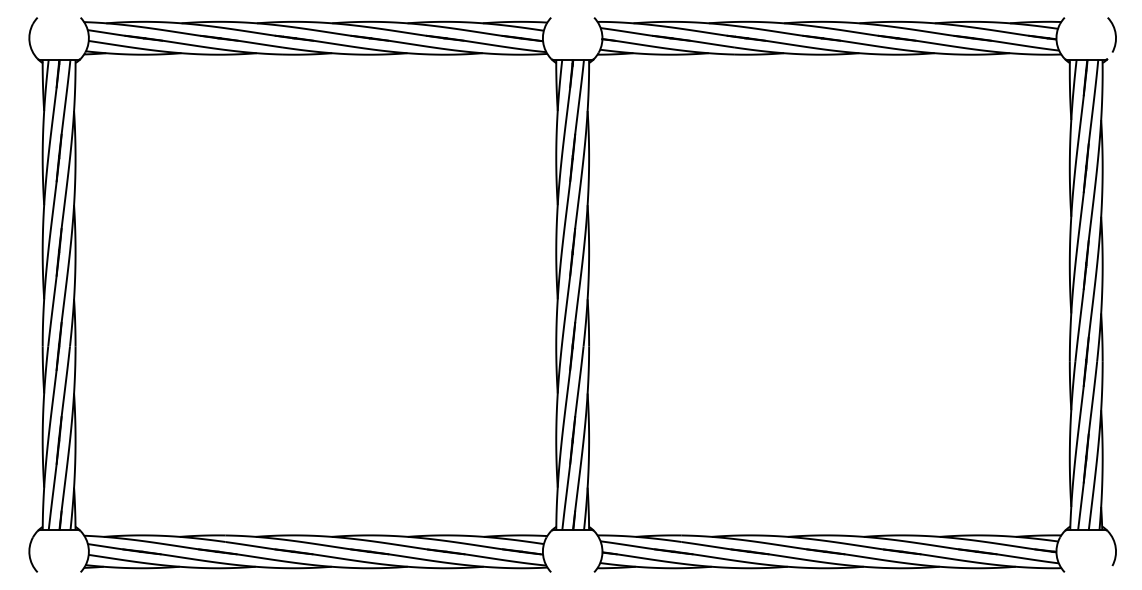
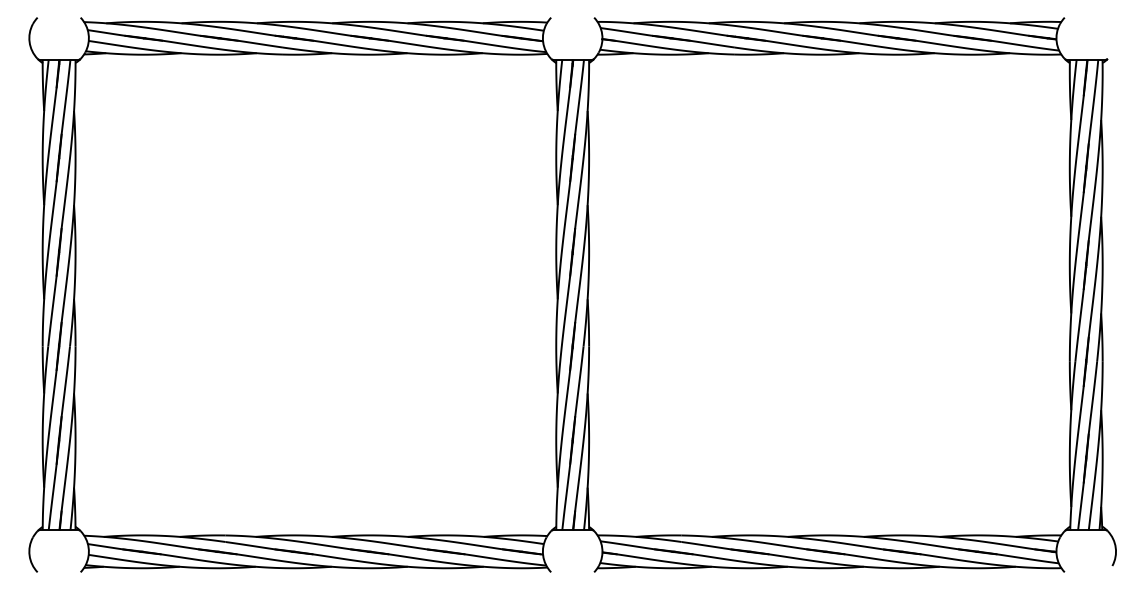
arc at (1114, 34): present -> none
